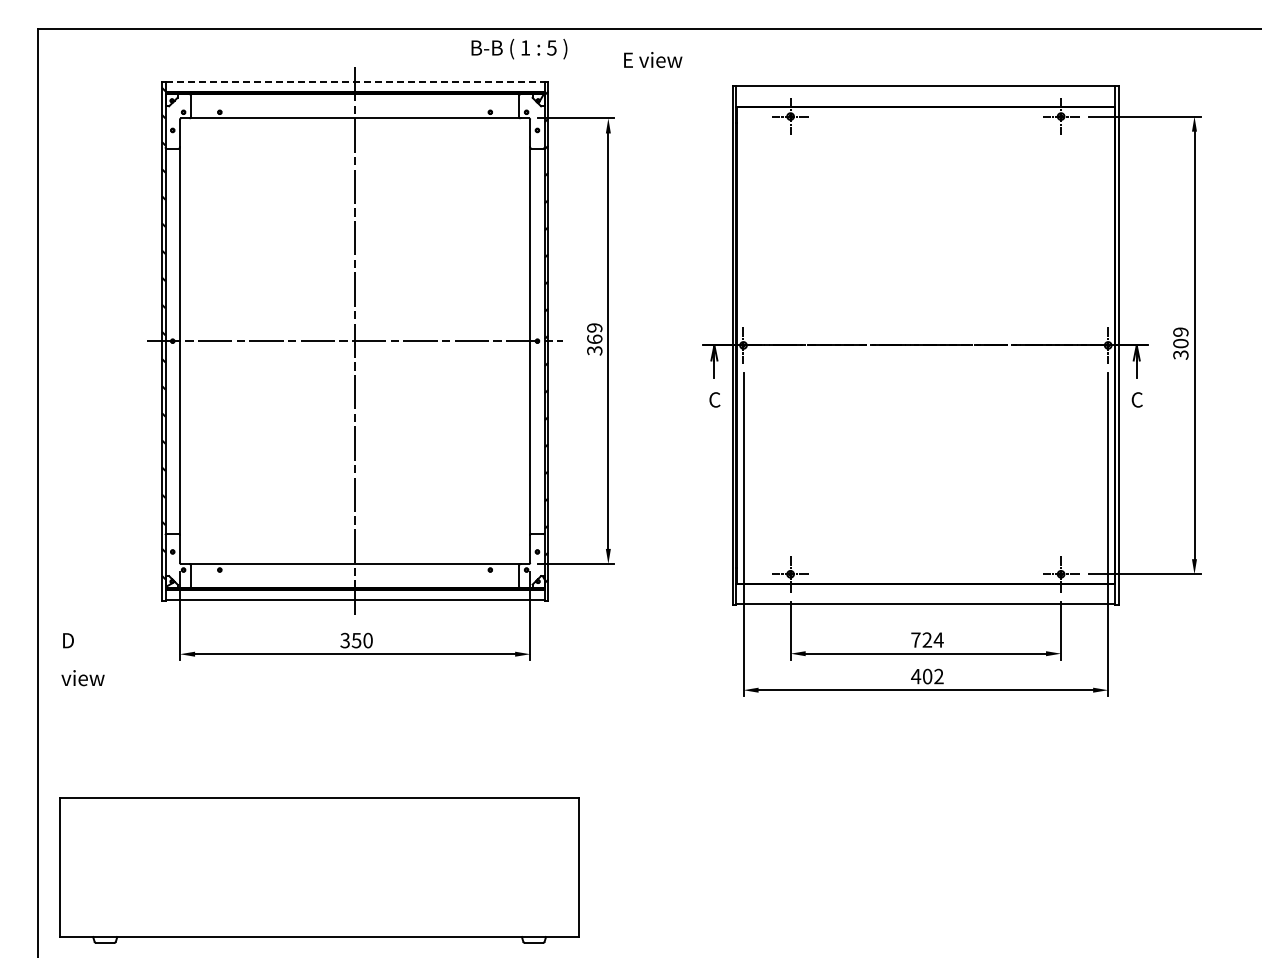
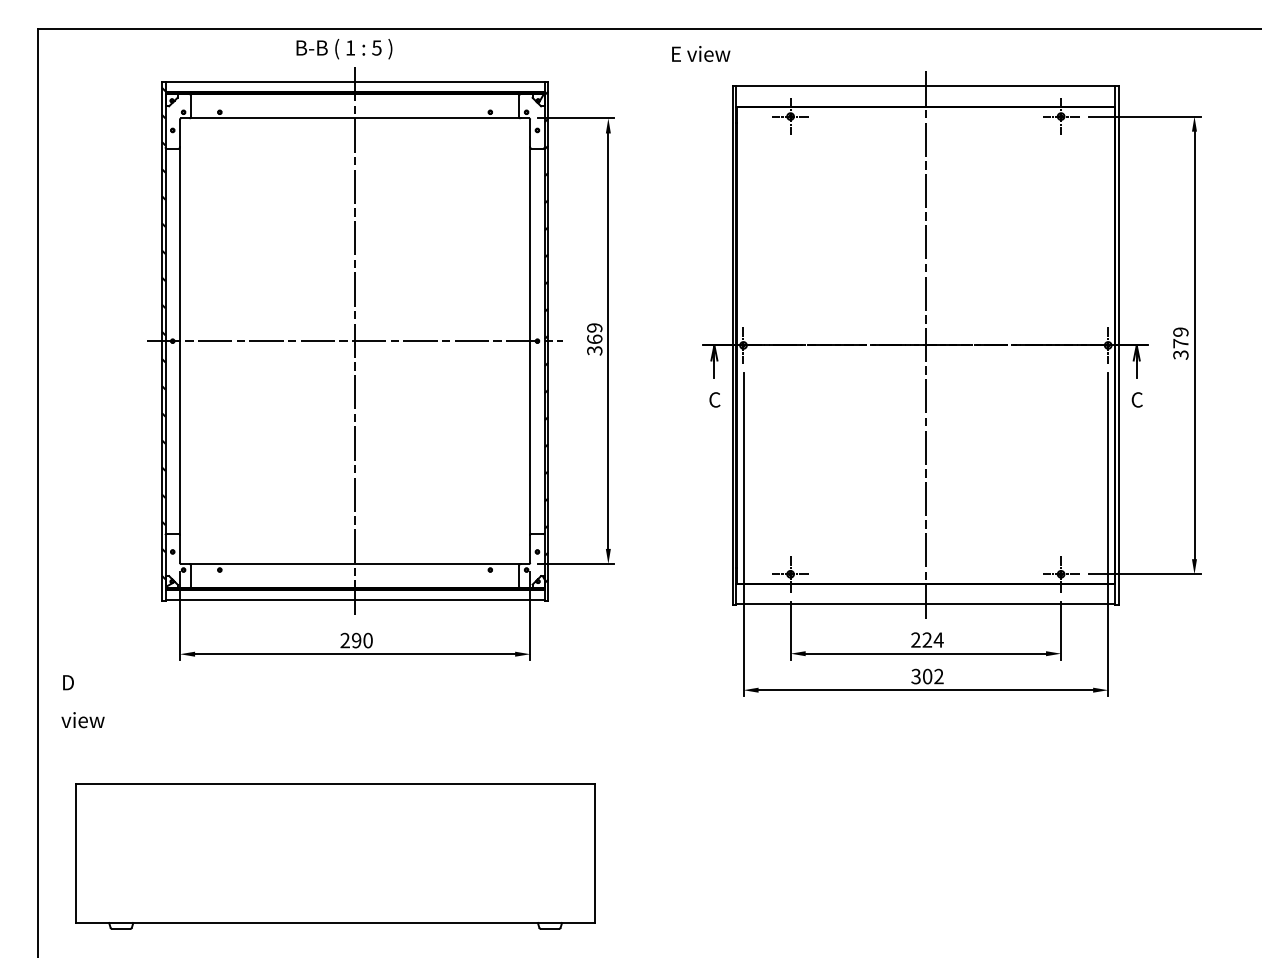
text at (519, 49) position: (519, 49) -> (344, 49)
text at (653, 59) position: (653, 59) -> (701, 53)
line at (355, 82): dashed -> solid
text at (1180, 343): 309 -> 379
line at (925, 345): none -> present
text at (915, 639): 724 -> 224
text at (350, 640): 350 -> 290
text at (82, 659) position: (82, 659) -> (82, 701)
text at (916, 676): 402 -> 302
part at (319, 870) position: (319, 870) -> (335, 856)
